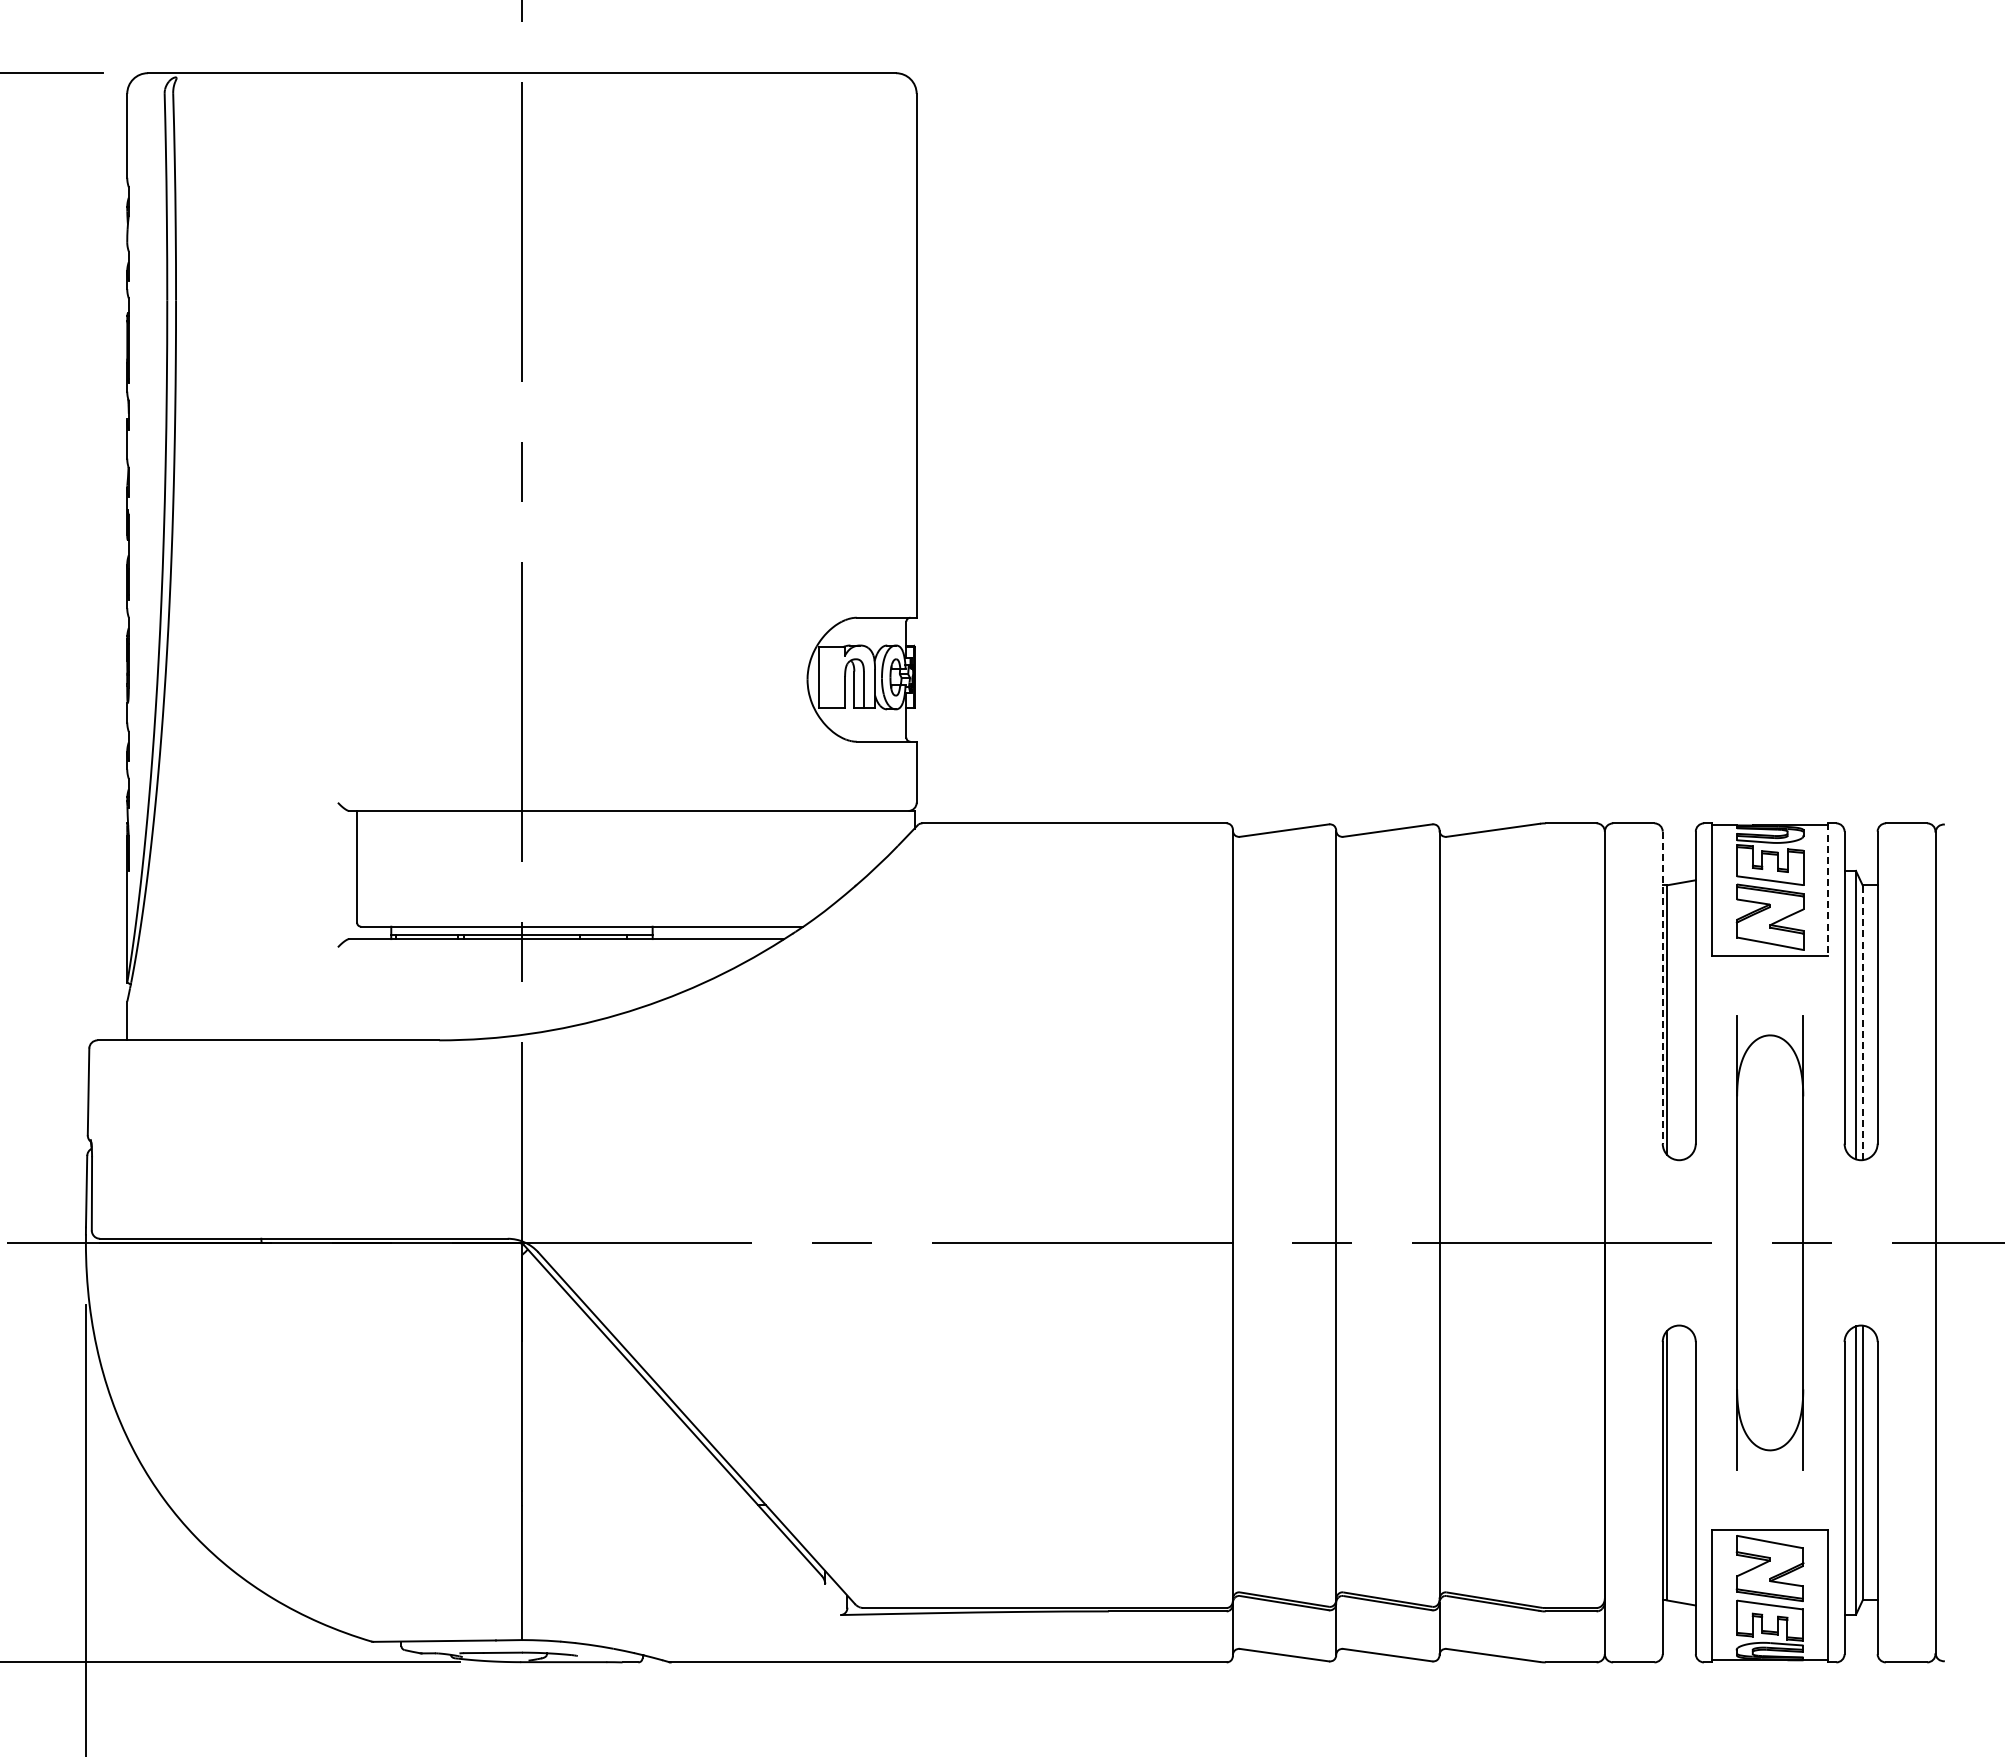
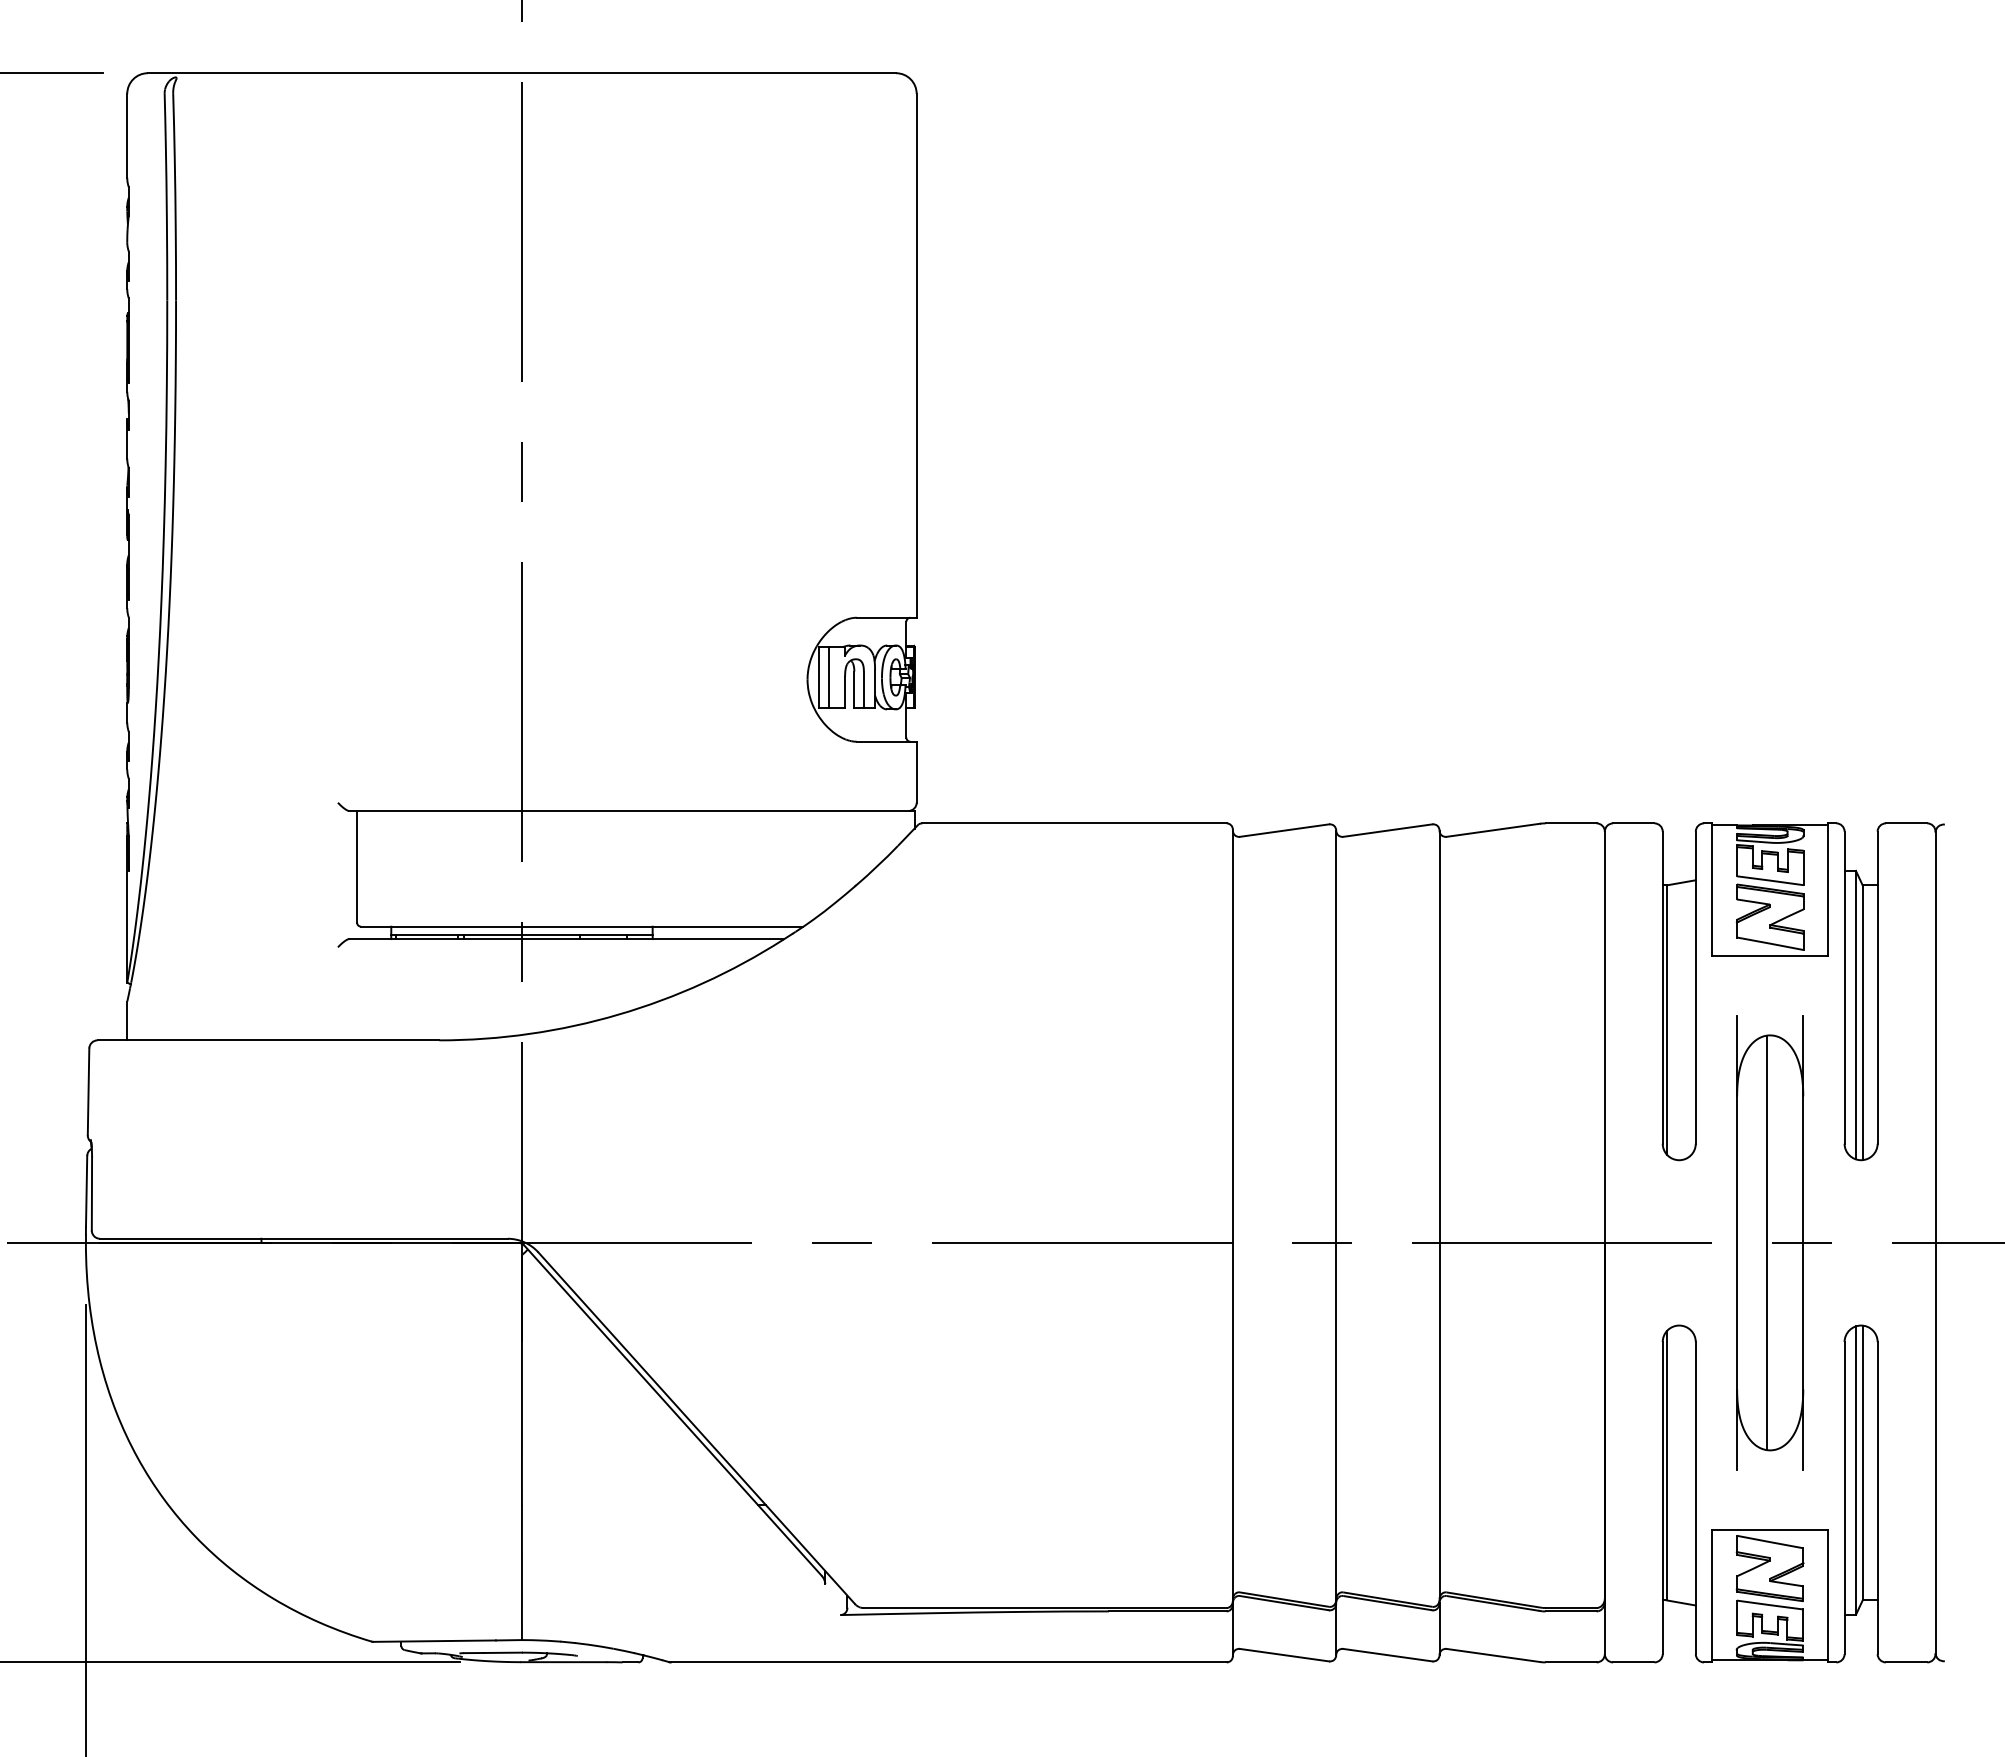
line at (829, 677): none -> present
line at (1828, 890): dashed -> solid
line at (1662, 988): dashed -> solid
line at (1862, 1022): dashed -> solid
line at (1767, 1242): none -> present
